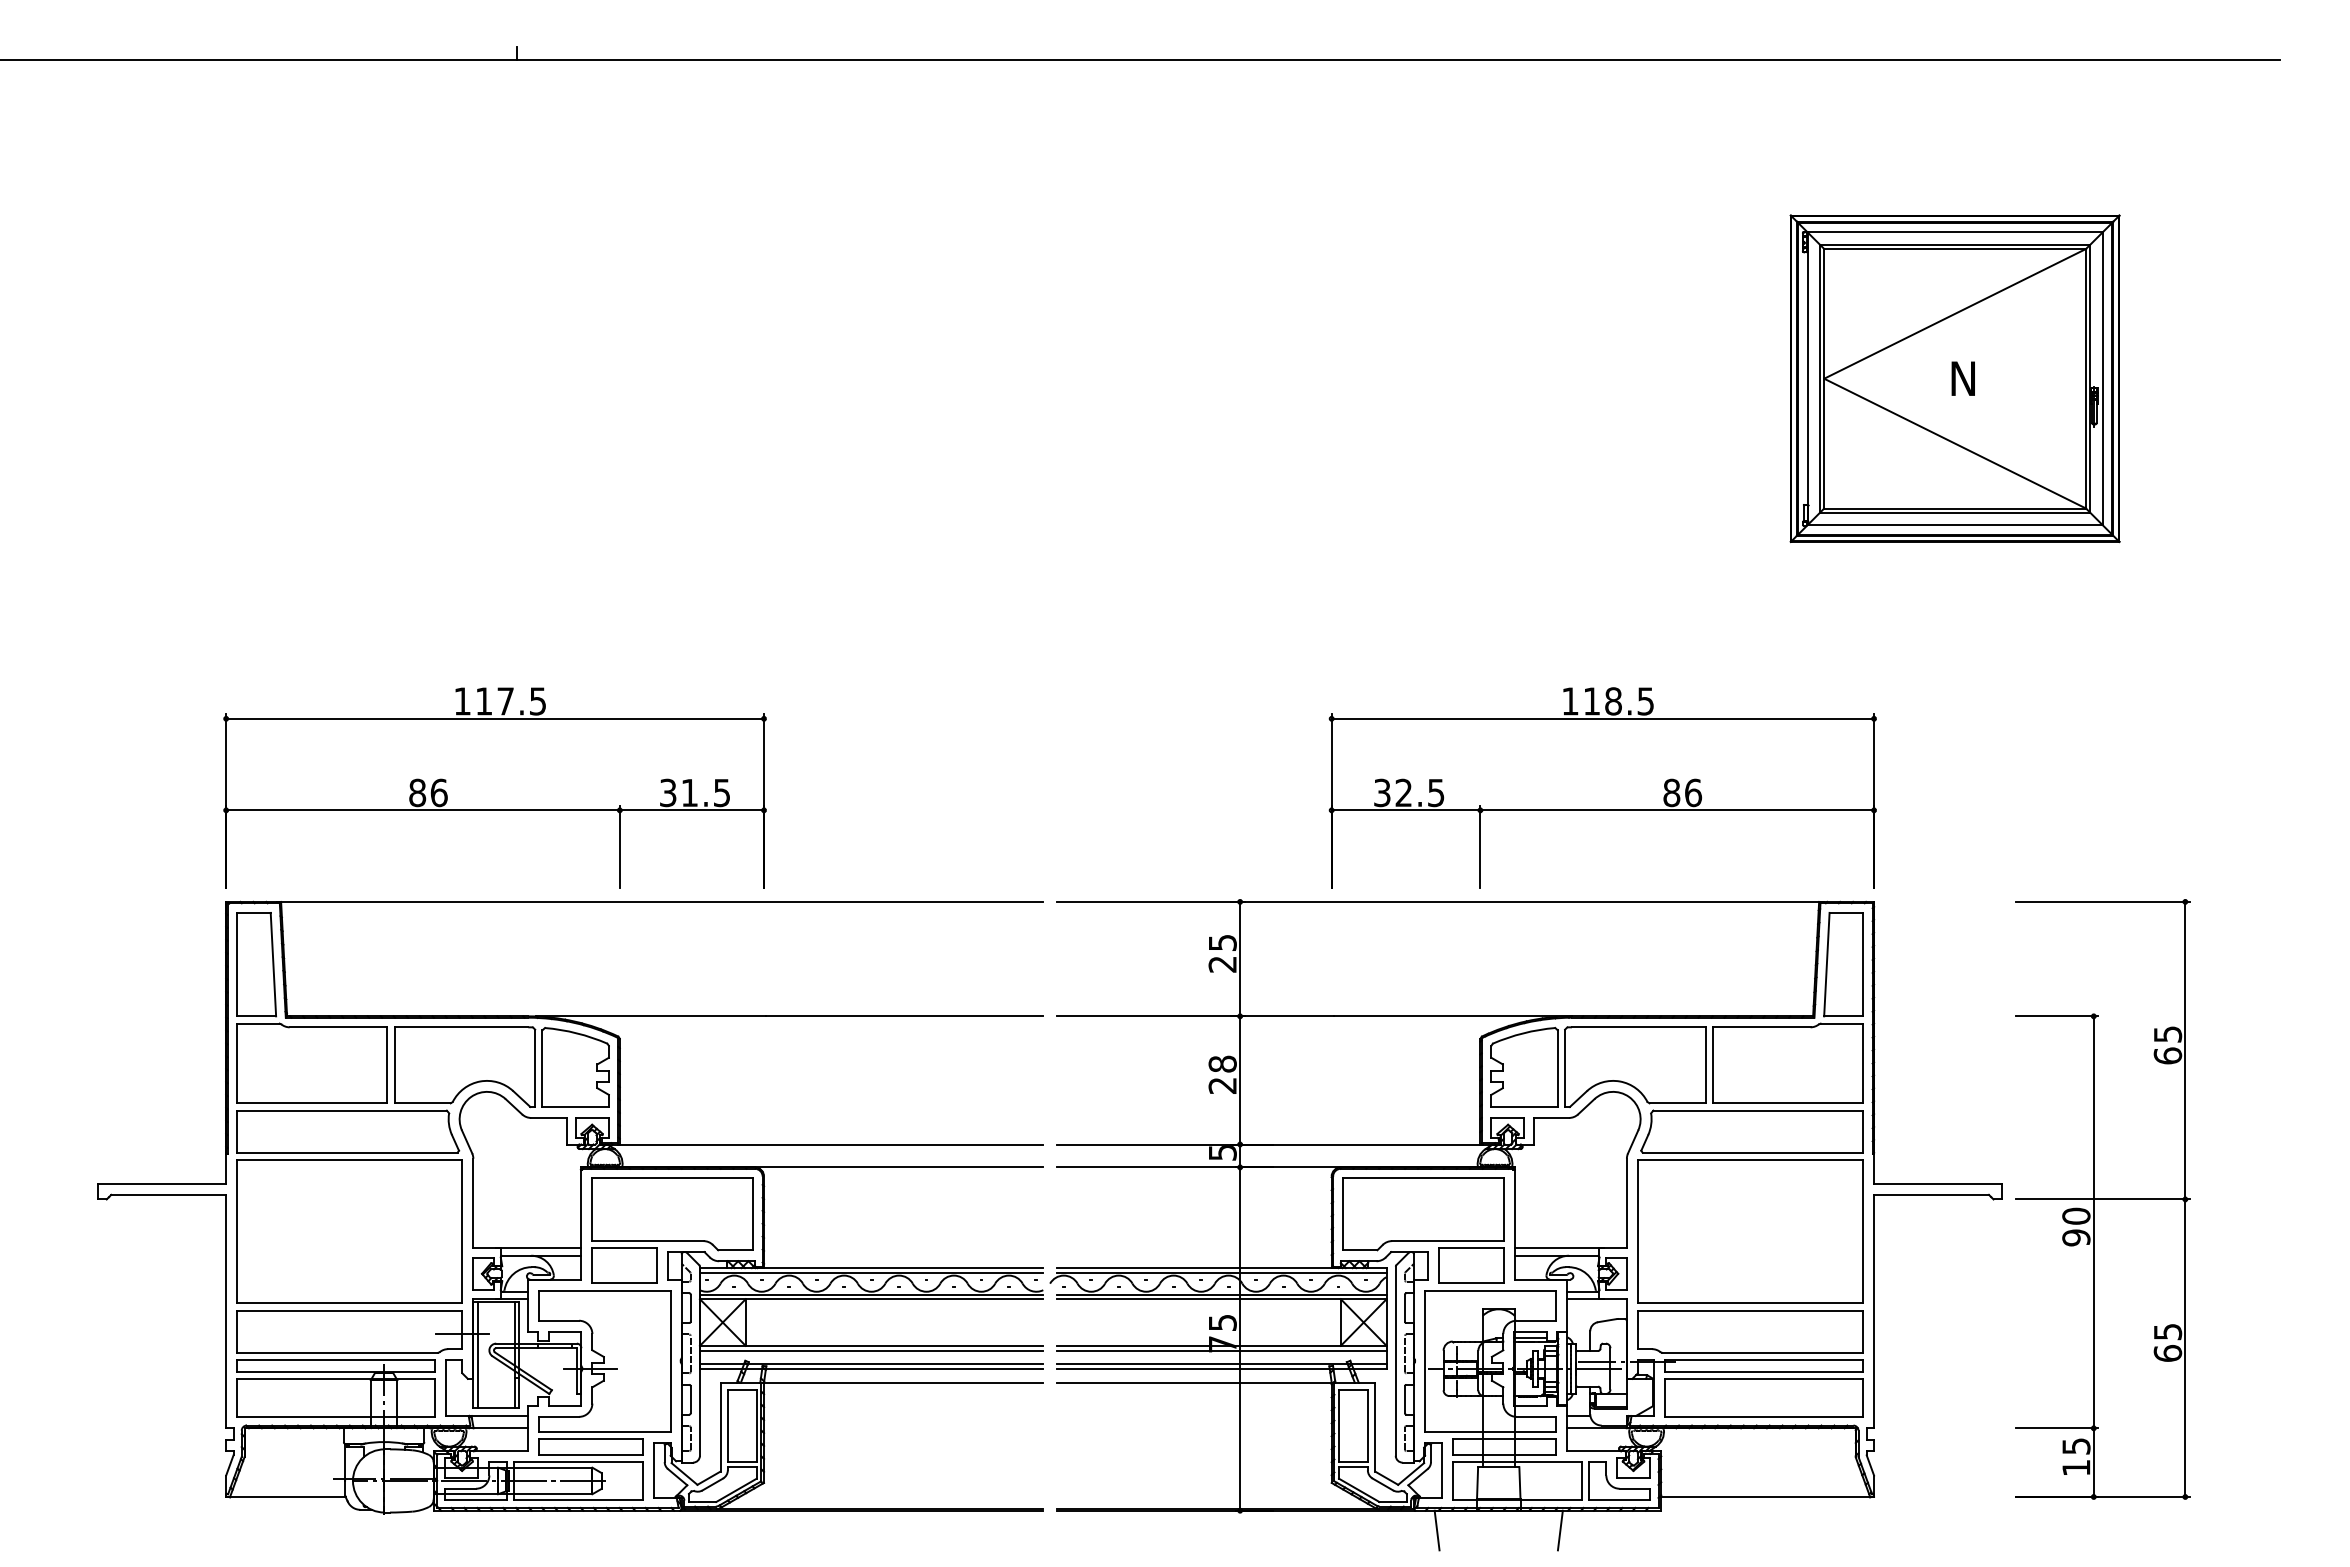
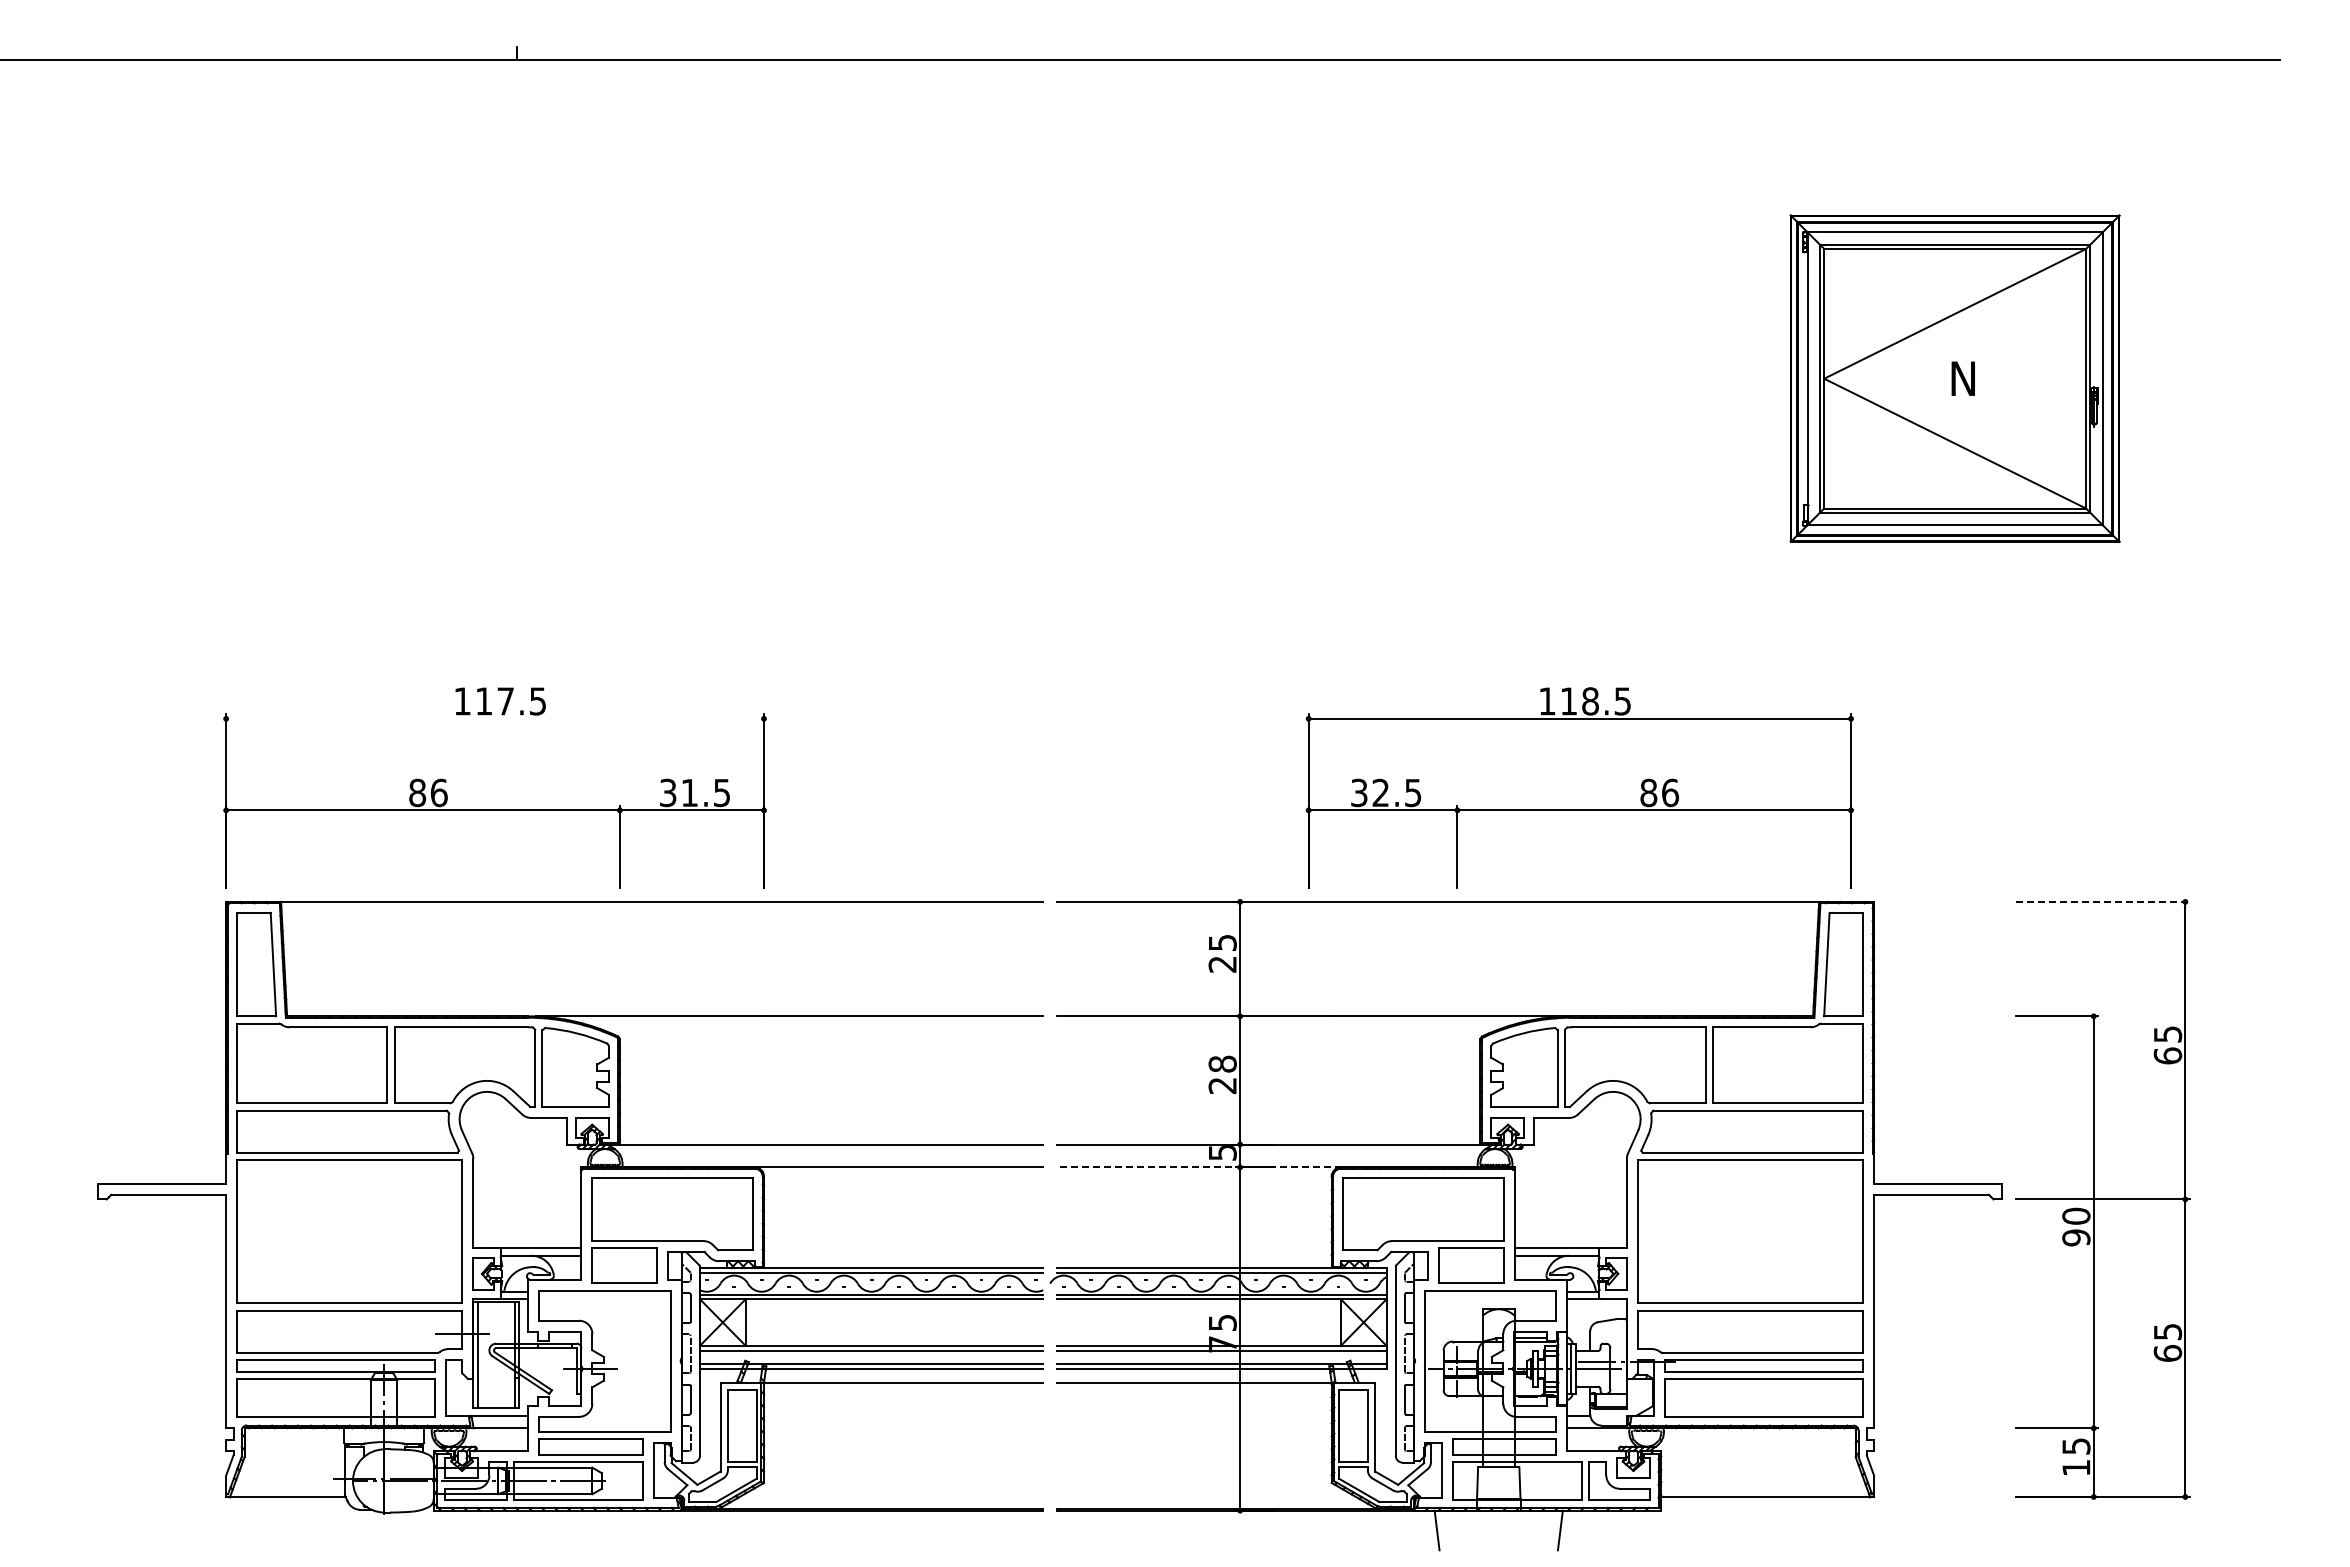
line at (495, 718): present -> none
part at (1602, 787) position: (1602, 787) -> (1579, 787)
line at (2102, 901): solid -> dashed
line at (1198, 1167): solid -> dashed
